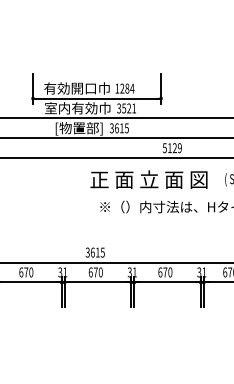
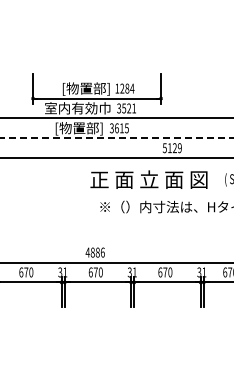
text at (76, 88): 有効開口巾 -> [物置部]
line at (116, 138): solid -> dashed
text at (94, 252): 3615 -> 4886
